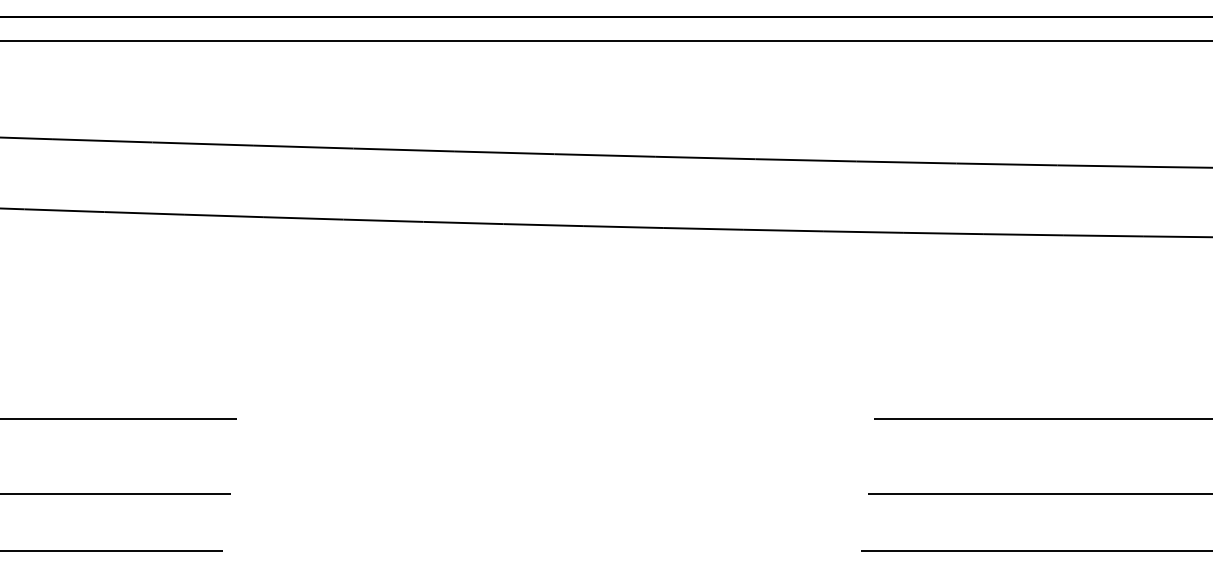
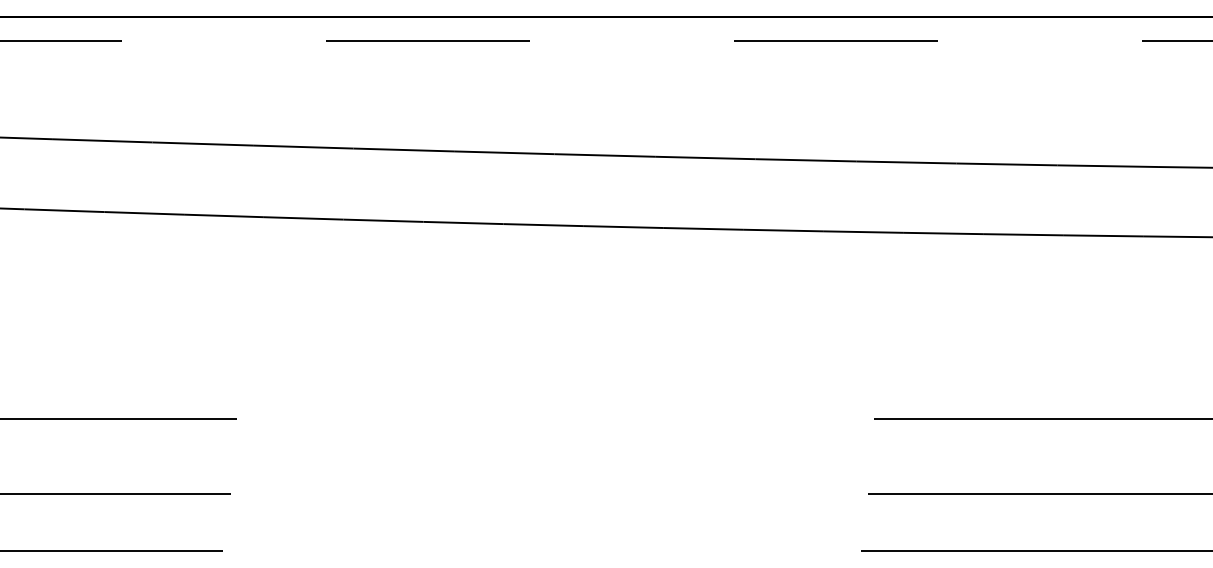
line at (606, 41): solid -> dashed
